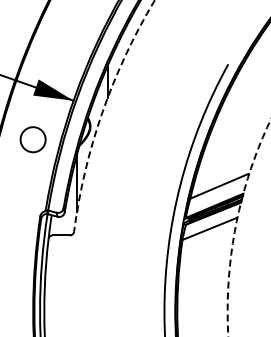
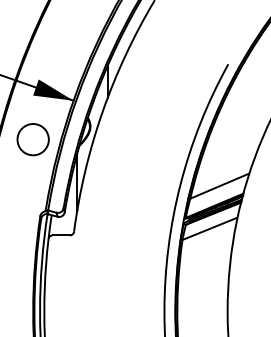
arc at (102, 111): dashed -> solid
circle at (32, 139) size: 28x28 px -> 34x34 px
circle at (248, 227): dashed -> solid
